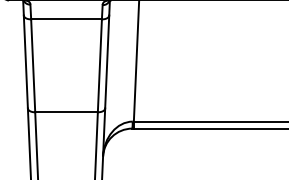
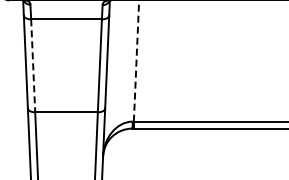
line at (136, 61): solid -> dashed
line at (33, 66): solid -> dashed
